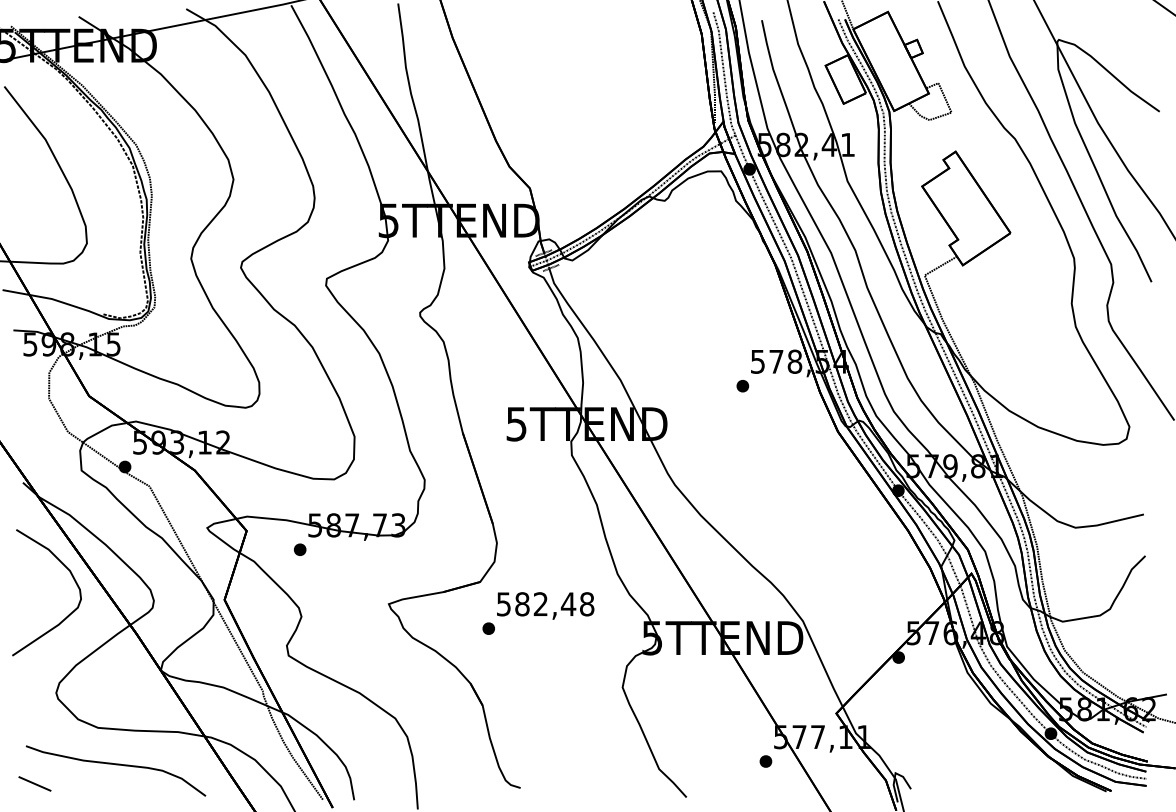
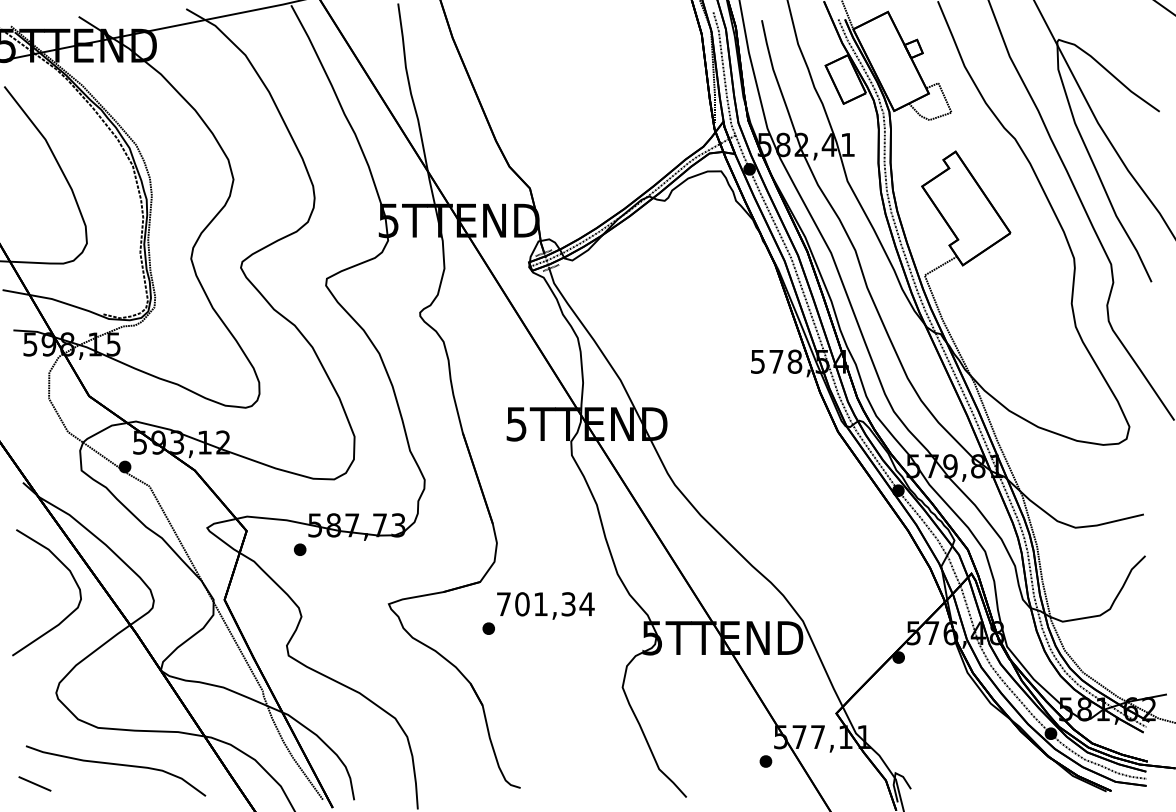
part at (742, 386): present -> none
text at (545, 604): 582,48 -> 701,34
